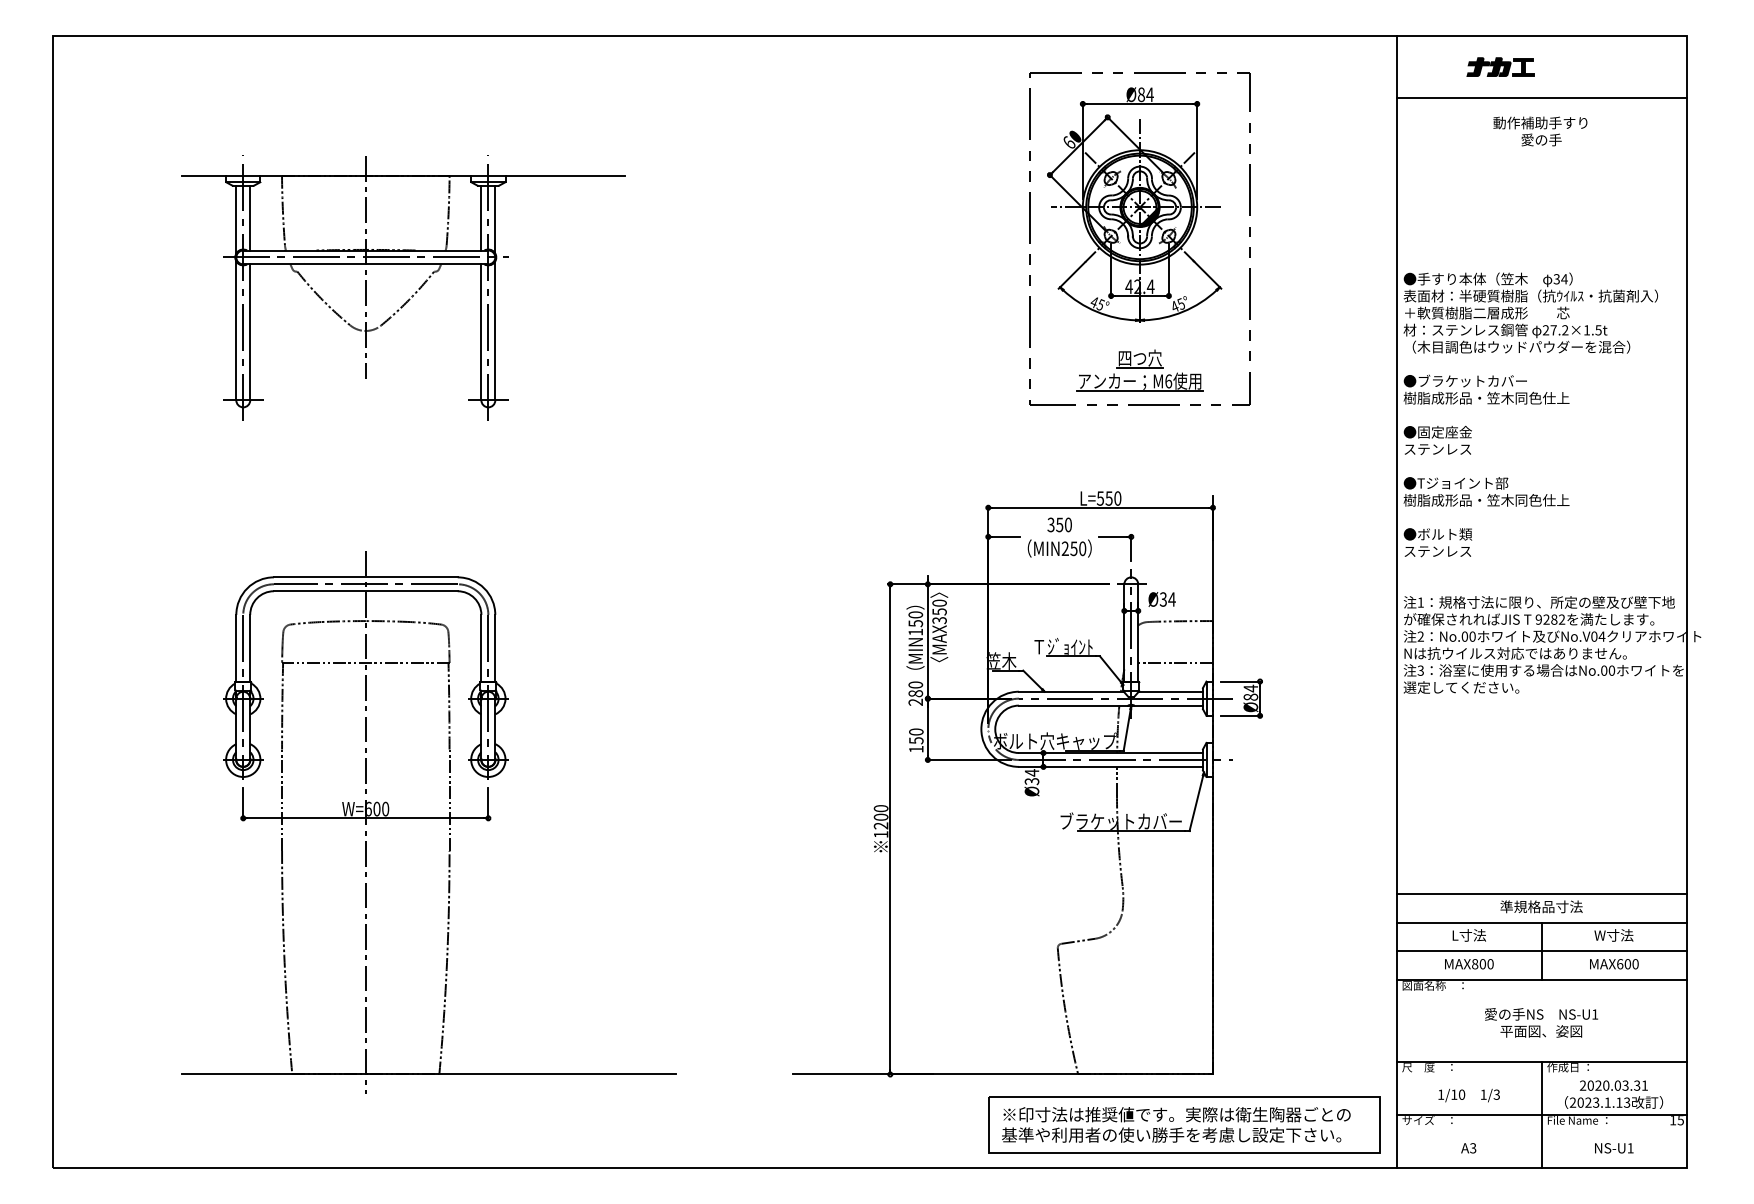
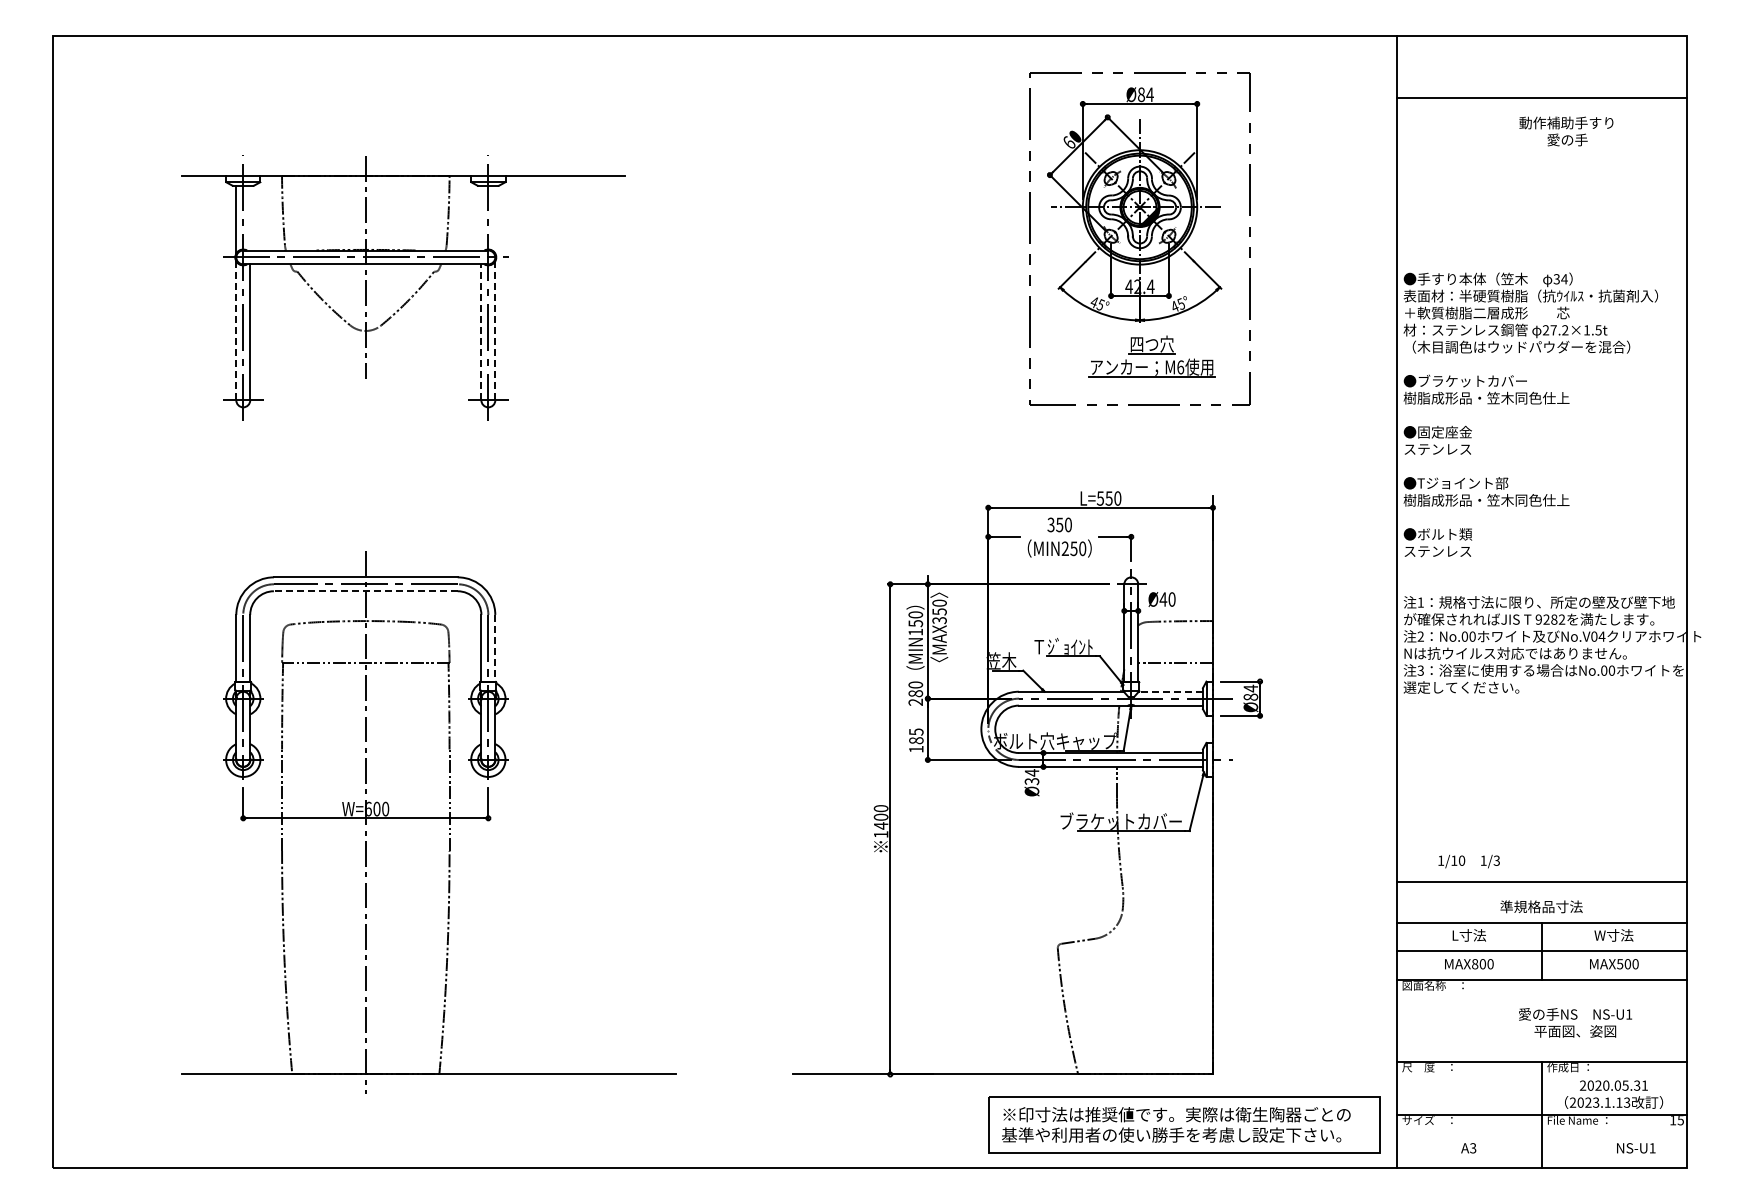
part at (1500, 66): present -> none
text at (1540, 131) position: (1540, 131) -> (1566, 131)
line at (250, 217): present -> none
line at (481, 217): present -> none
line at (495, 219): present -> none
line at (236, 330): solid -> dashed
line at (495, 330): solid -> dashed
line at (481, 331): solid -> dashed
part at (1139, 370) position: (1139, 370) -> (1151, 356)
line at (365, 591): solid -> dashed
text at (1167, 599): Ø34 -> Ø40
line at (495, 648): solid -> dashed
line at (1170, 691): solid -> dashed
text at (916, 736): 150 -> 185
text at (880, 825): 1200 -> 1400
line at (1541, 894) position: (1541, 894) -> (1541, 882)
text at (1620, 964): MAX600 -> MAX500
text at (1541, 1022) position: (1541, 1022) -> (1575, 1022)
text at (1625, 1085): 2020.03.31 -> 2020.05.31
text at (1468, 1095) position: (1468, 1095) -> (1468, 861)
text at (1614, 1148) position: (1614, 1148) -> (1636, 1148)
